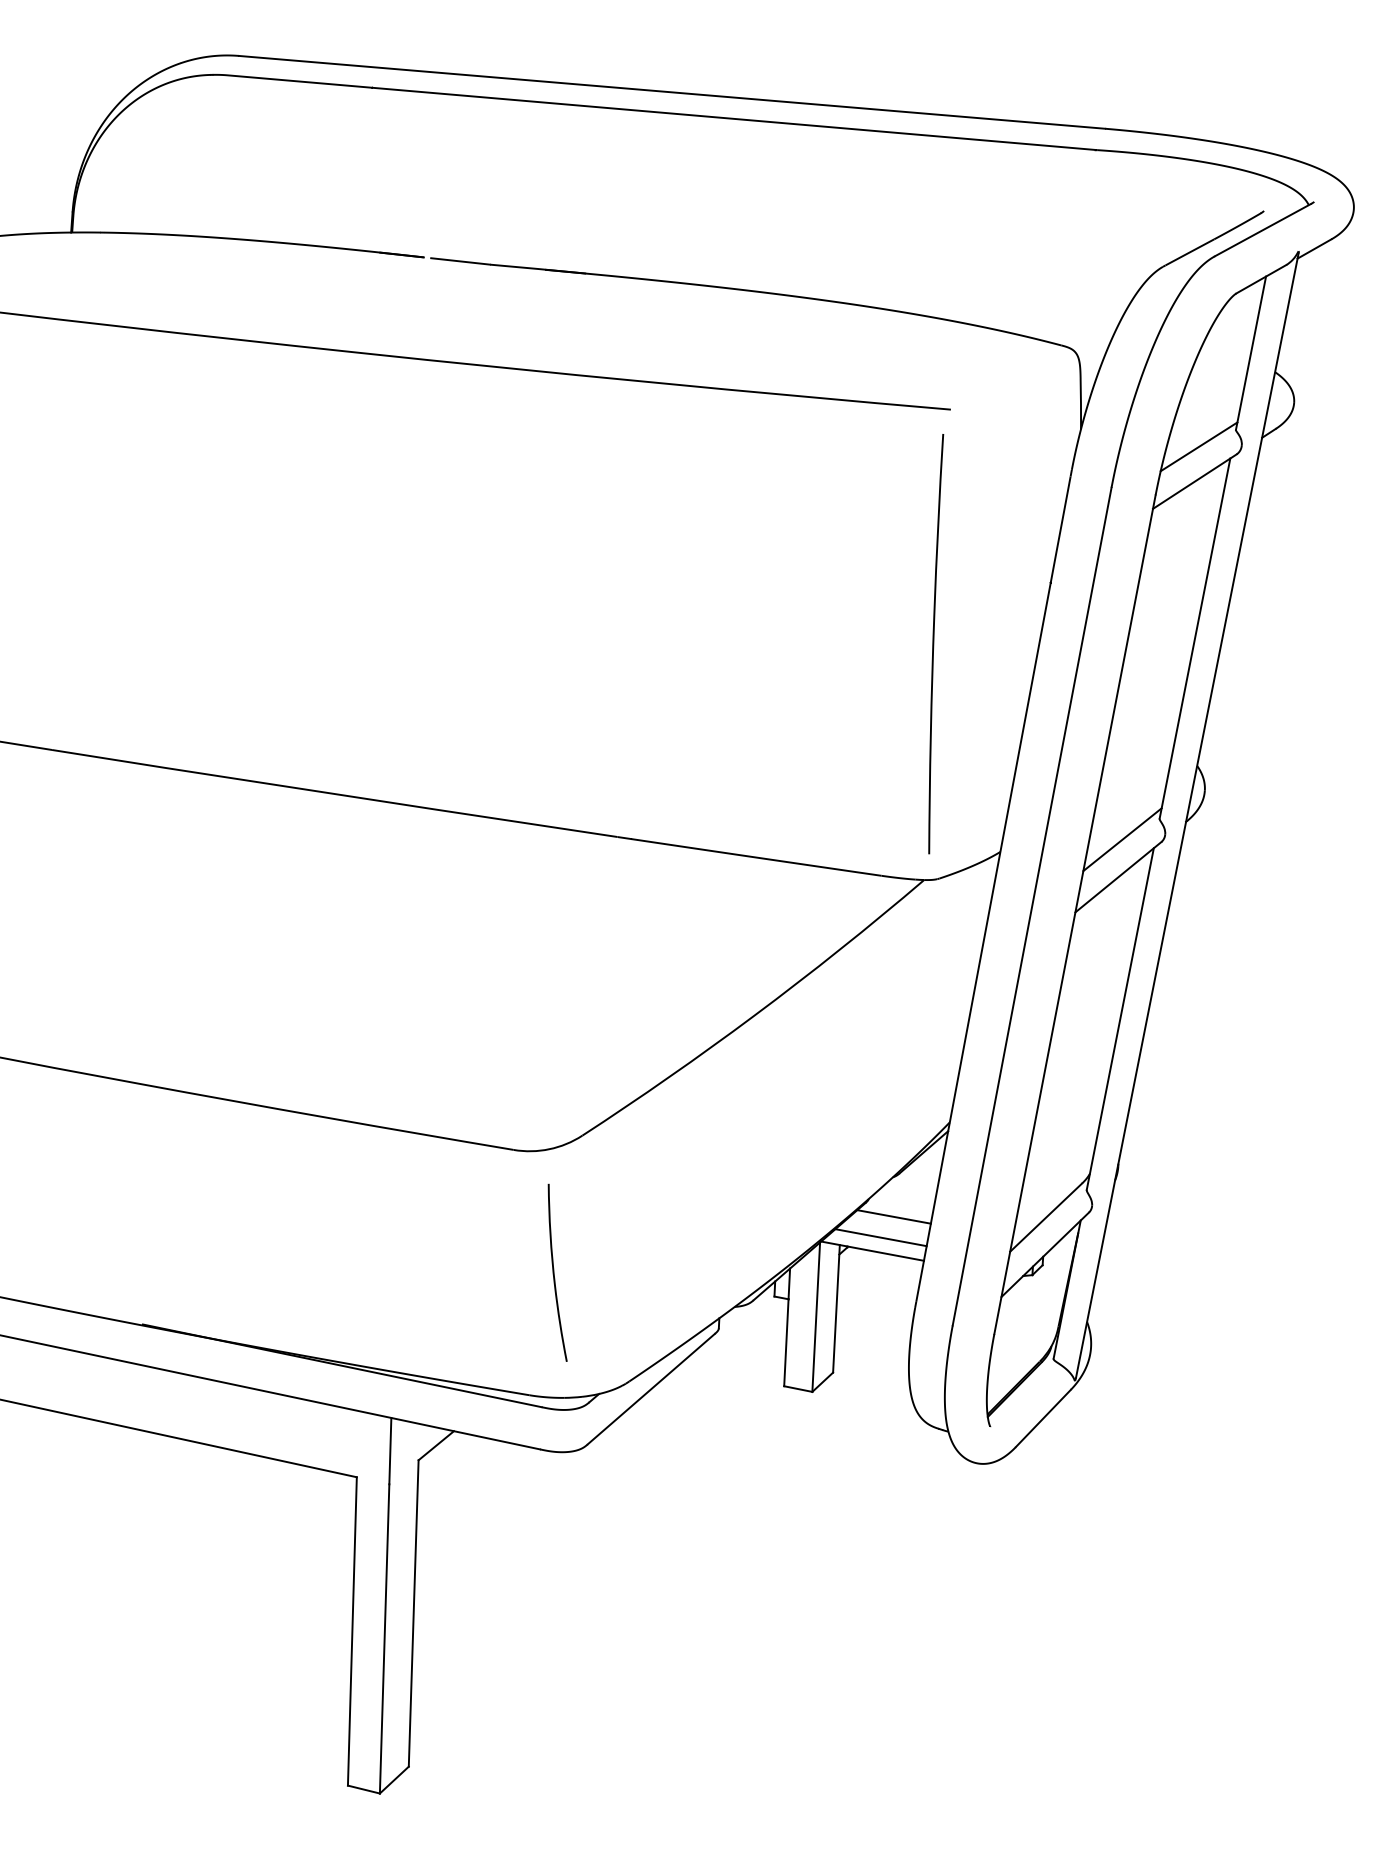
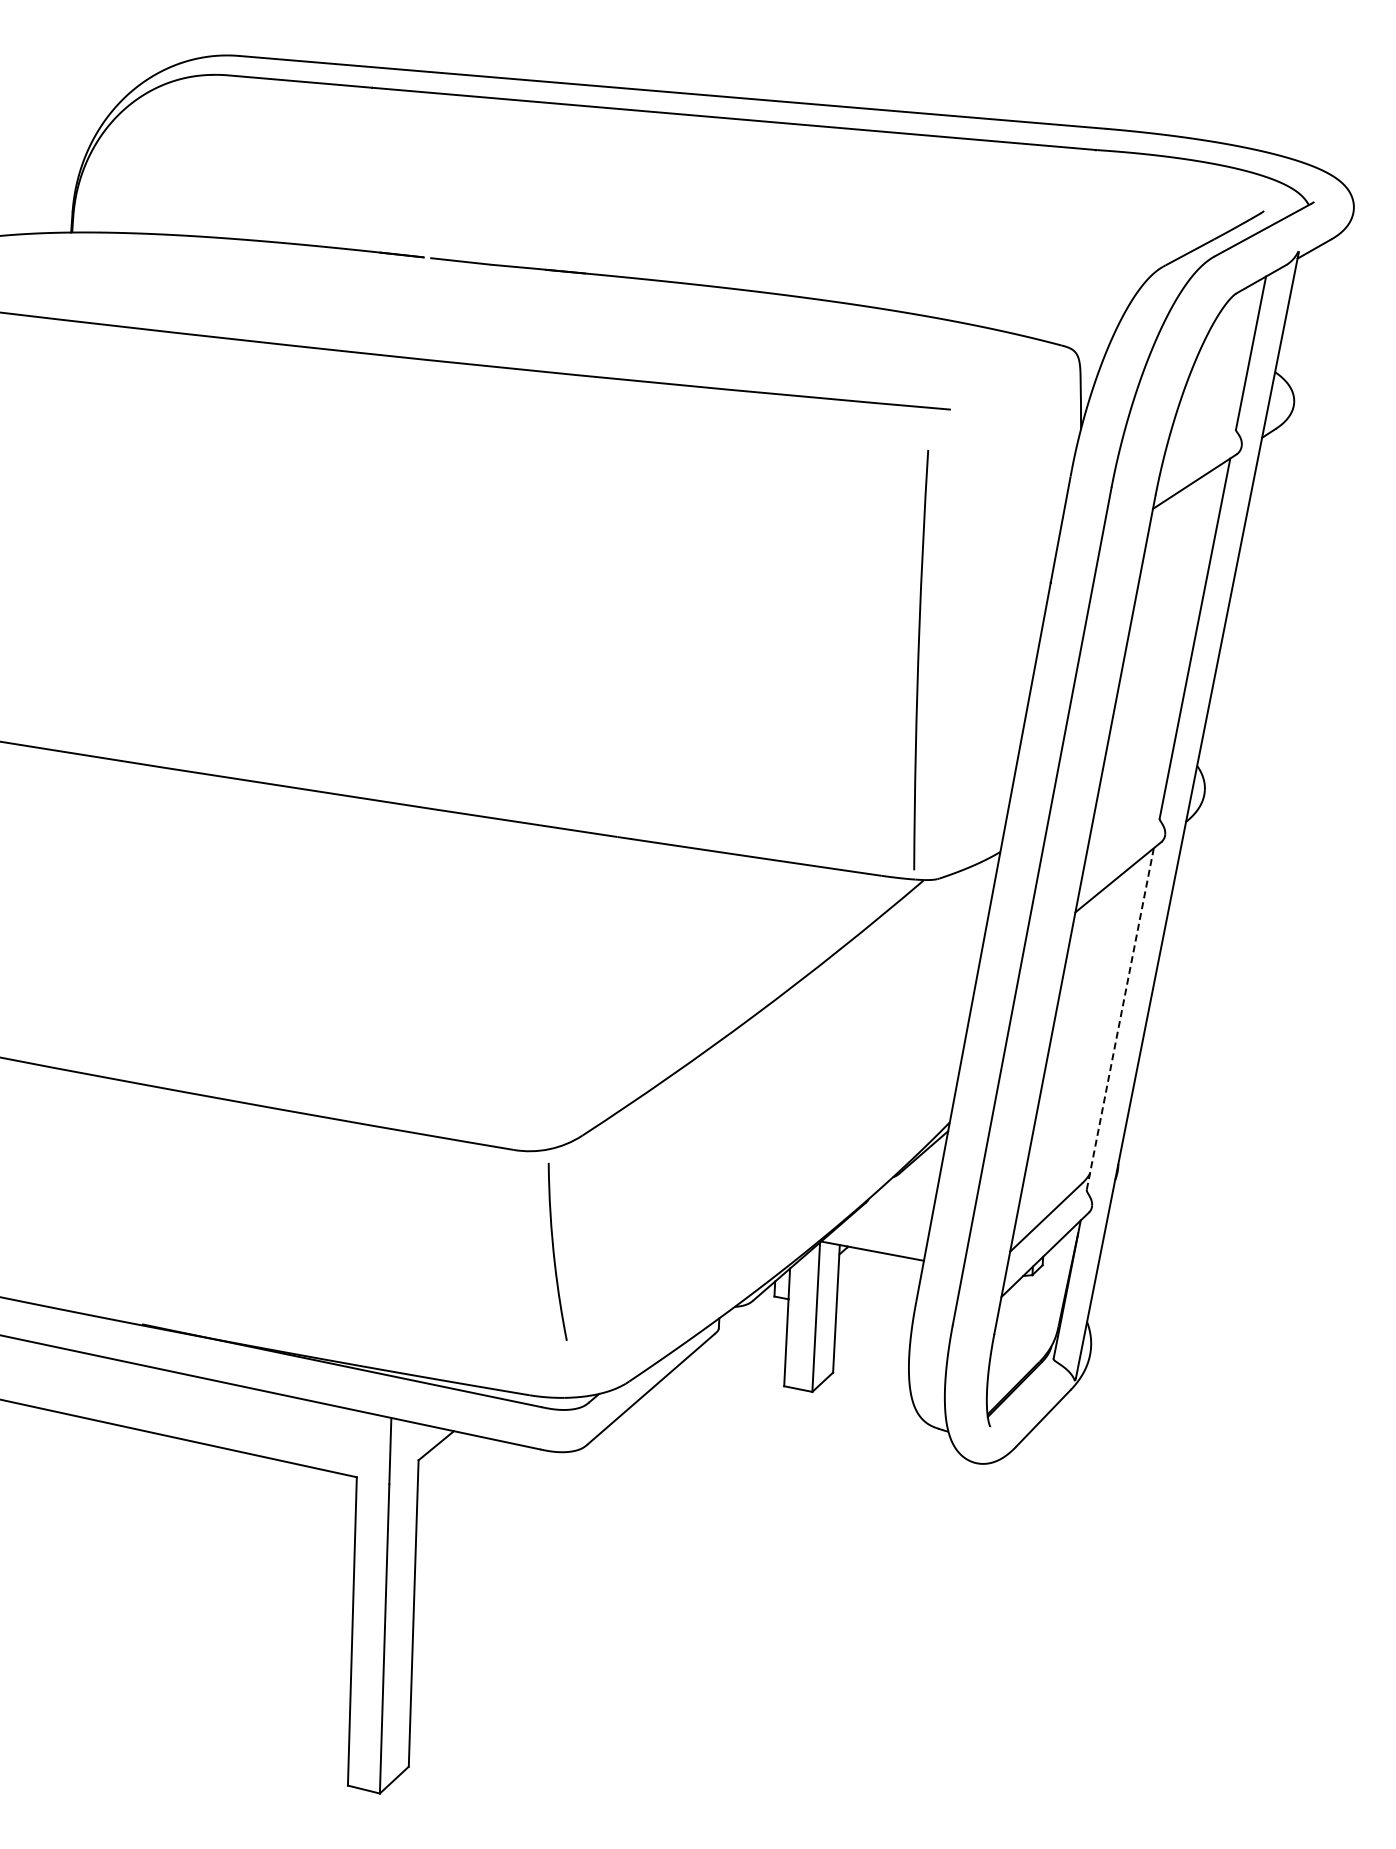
line at (1198, 446): present -> none
curve at (934, 644) position: (934, 644) -> (919, 660)
line at (1122, 839): present -> none
line at (1120, 1018): solid -> dashed
line at (893, 1216): present -> none
line at (880, 1237): present -> none
curve at (554, 1272) position: (554, 1272) -> (554, 1251)
